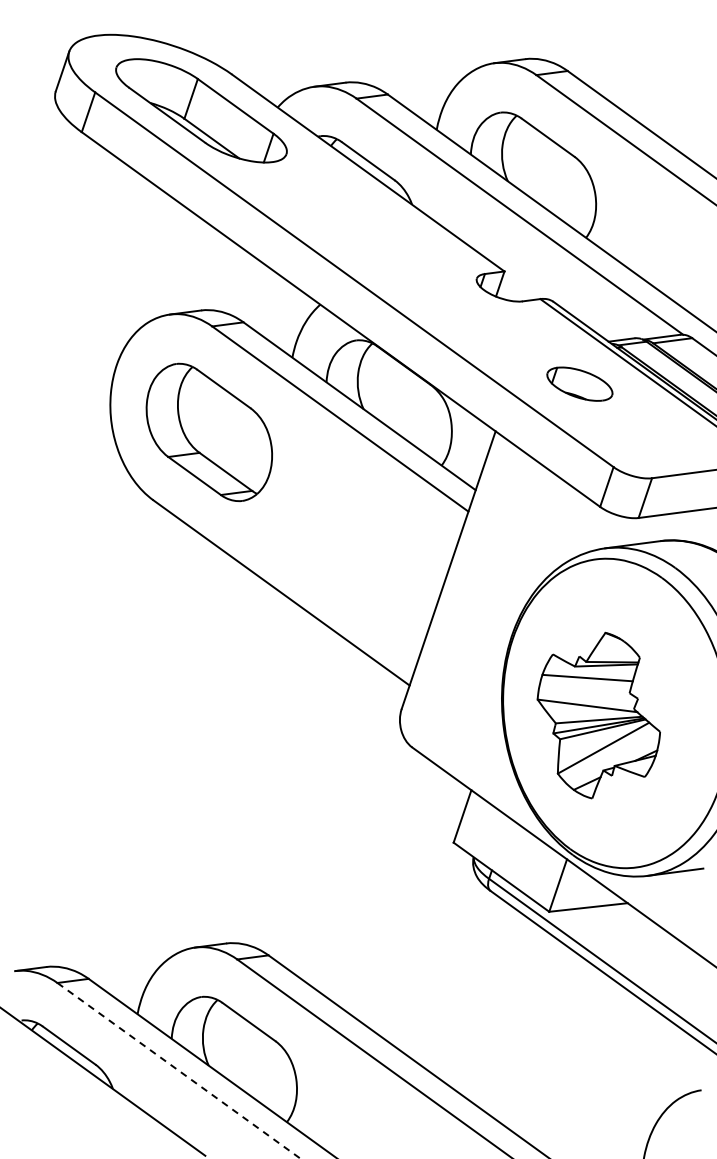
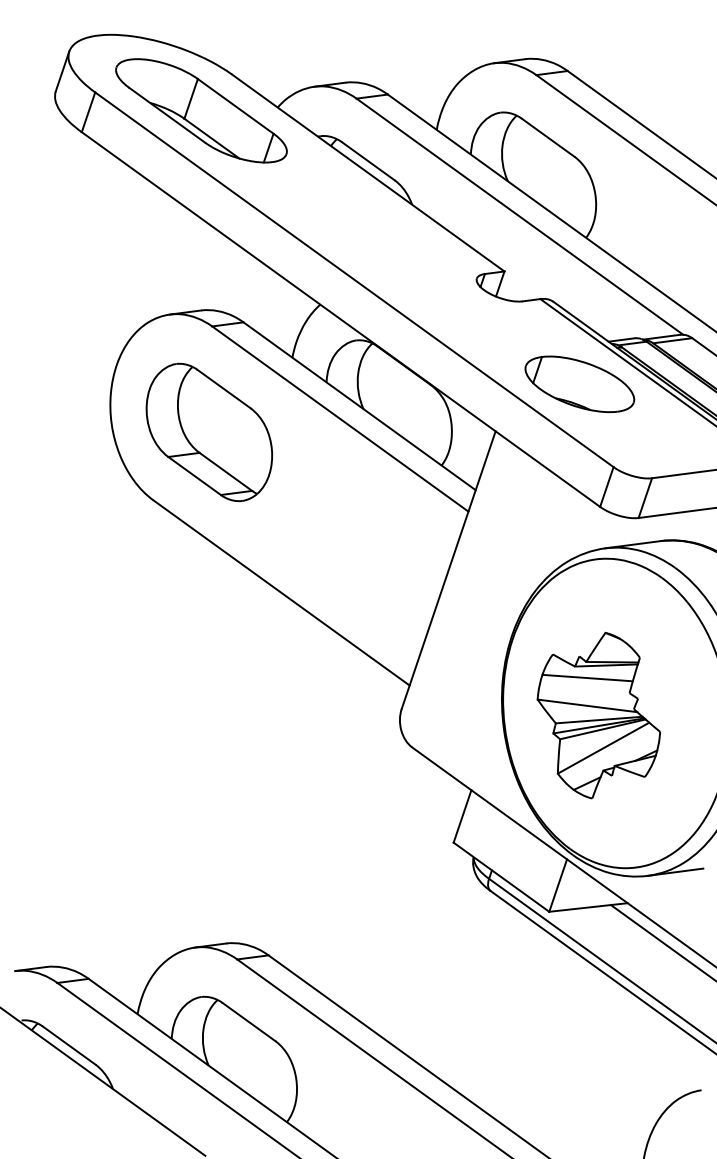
part at (579, 383) size: 68x36 px -> 112x58 px
line at (661, 942): none -> present
line at (179, 1071): dashed -> solid
